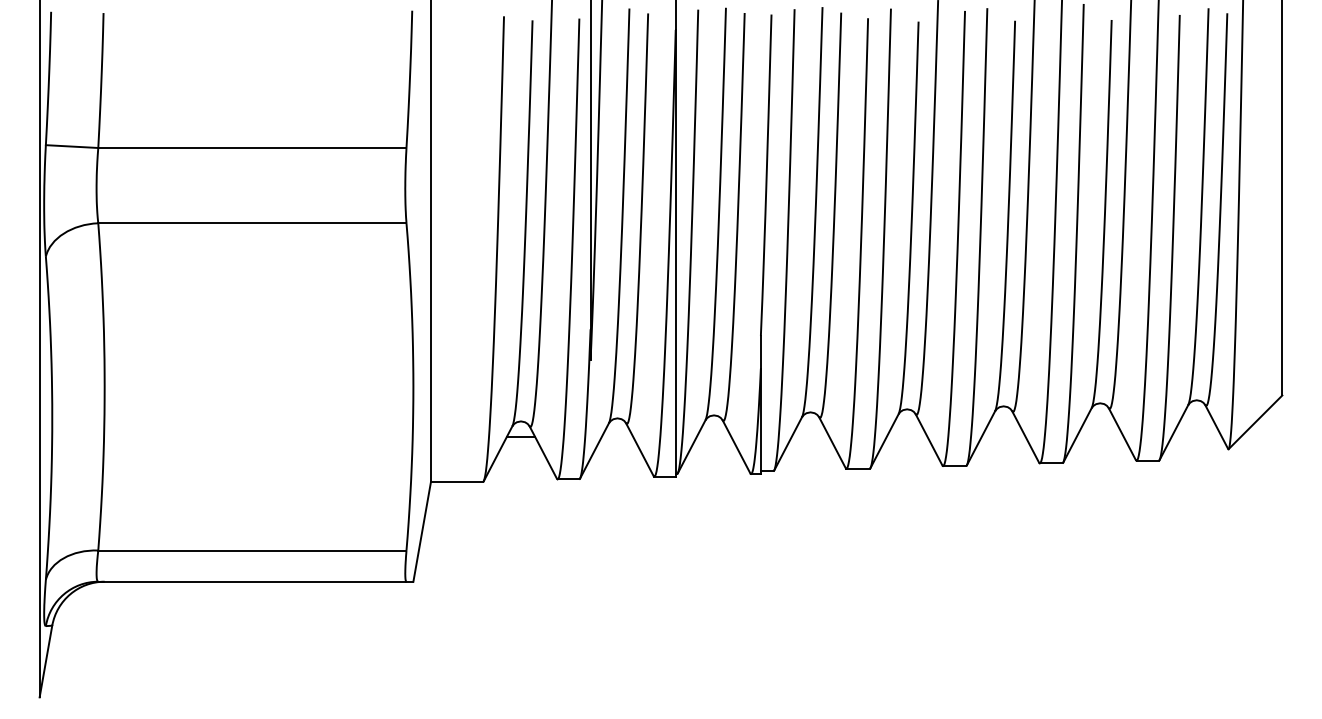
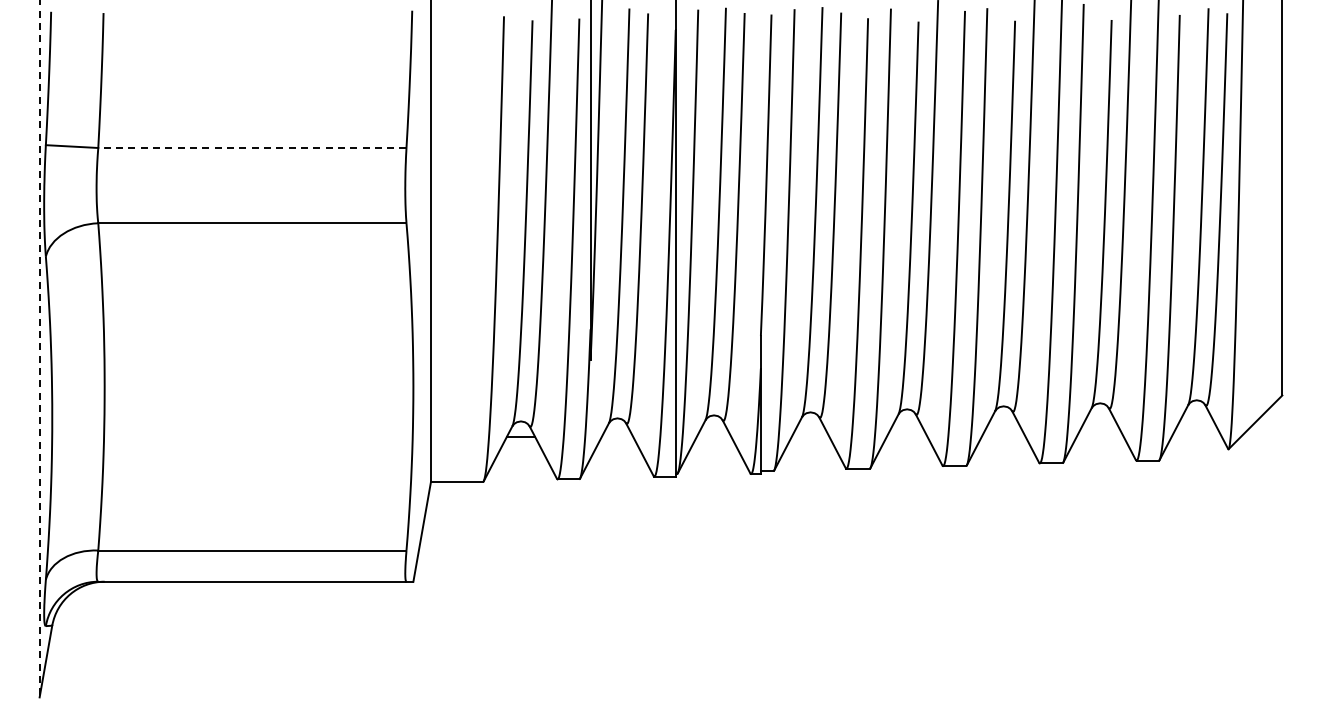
line at (251, 148): solid -> dashed
line at (39, 349): solid -> dashed
